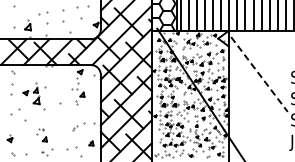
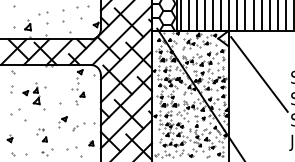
line at (259, 74): dashed -> solid
part at (11, 89) size: 4x13 px -> 4x9 px
part at (62, 122): none -> present
